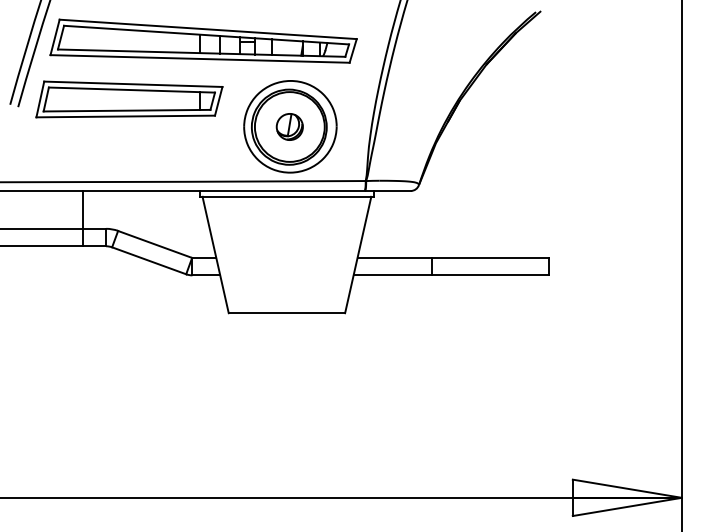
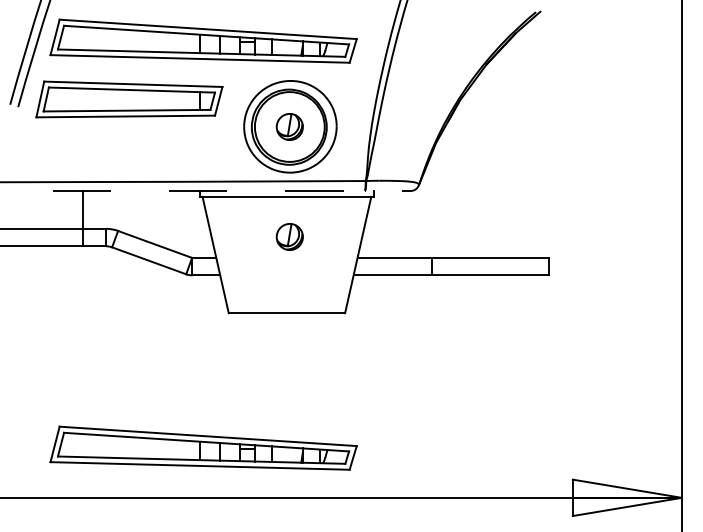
line at (205, 191): solid -> dashed
part at (289, 236): none -> present
part at (203, 447): none -> present
